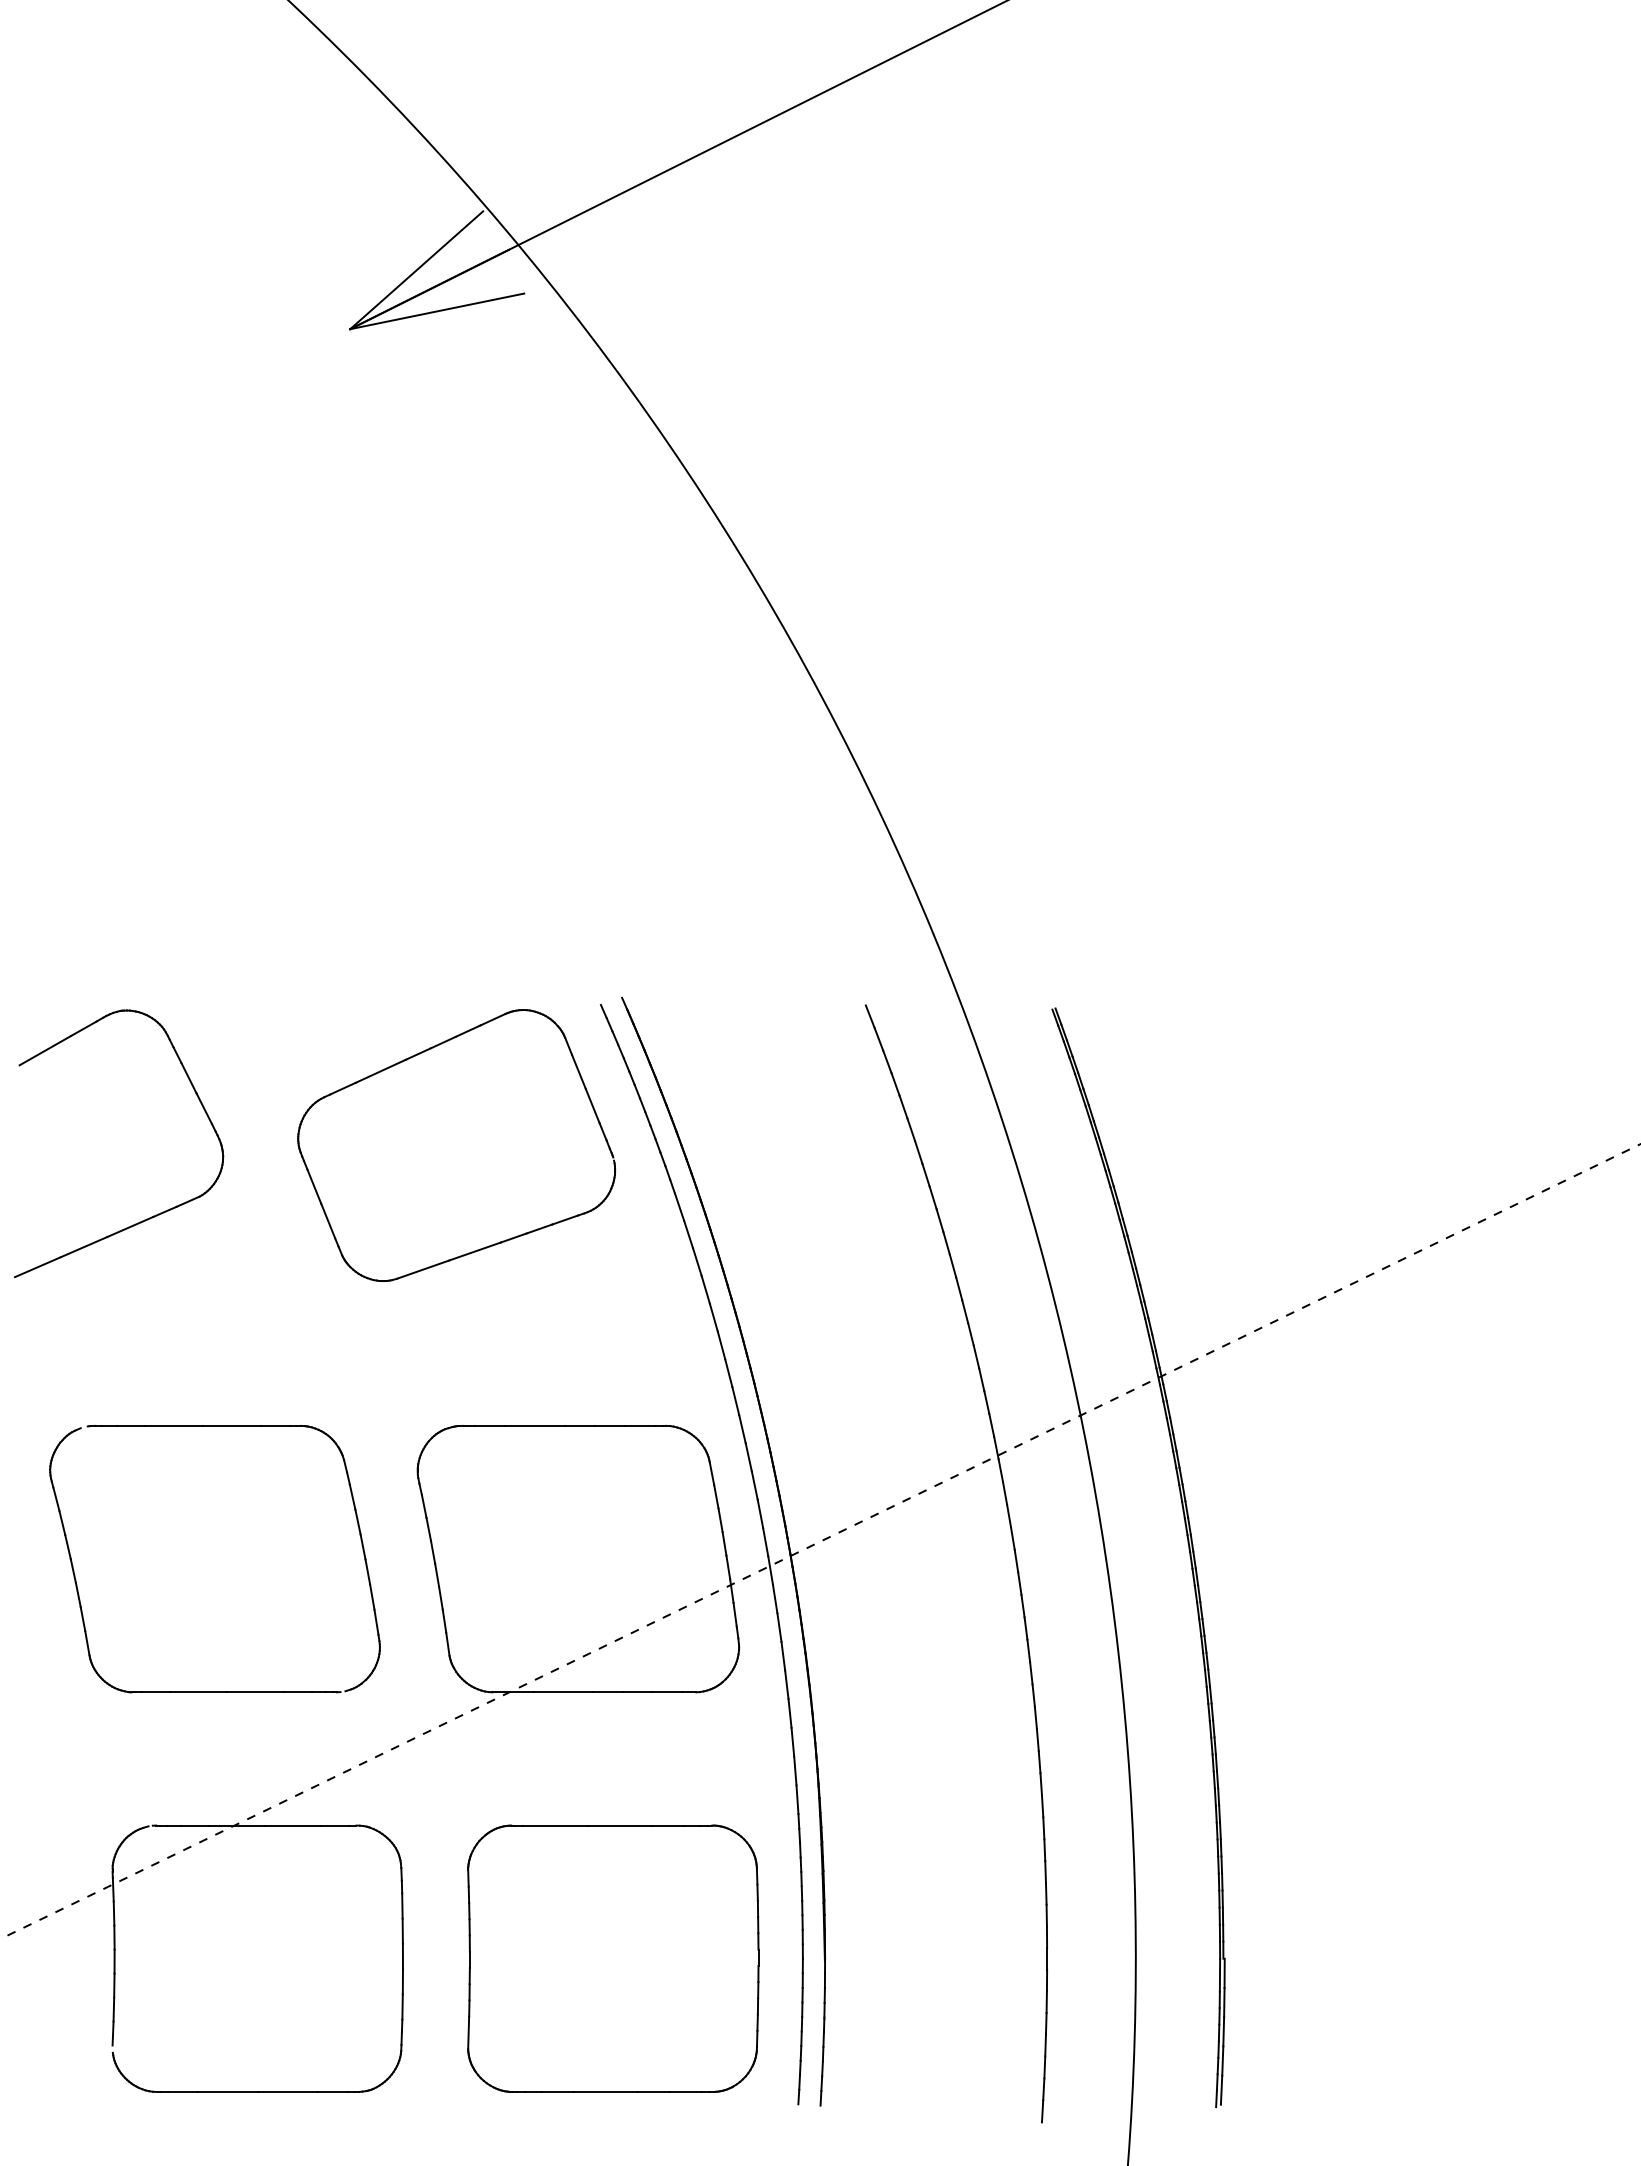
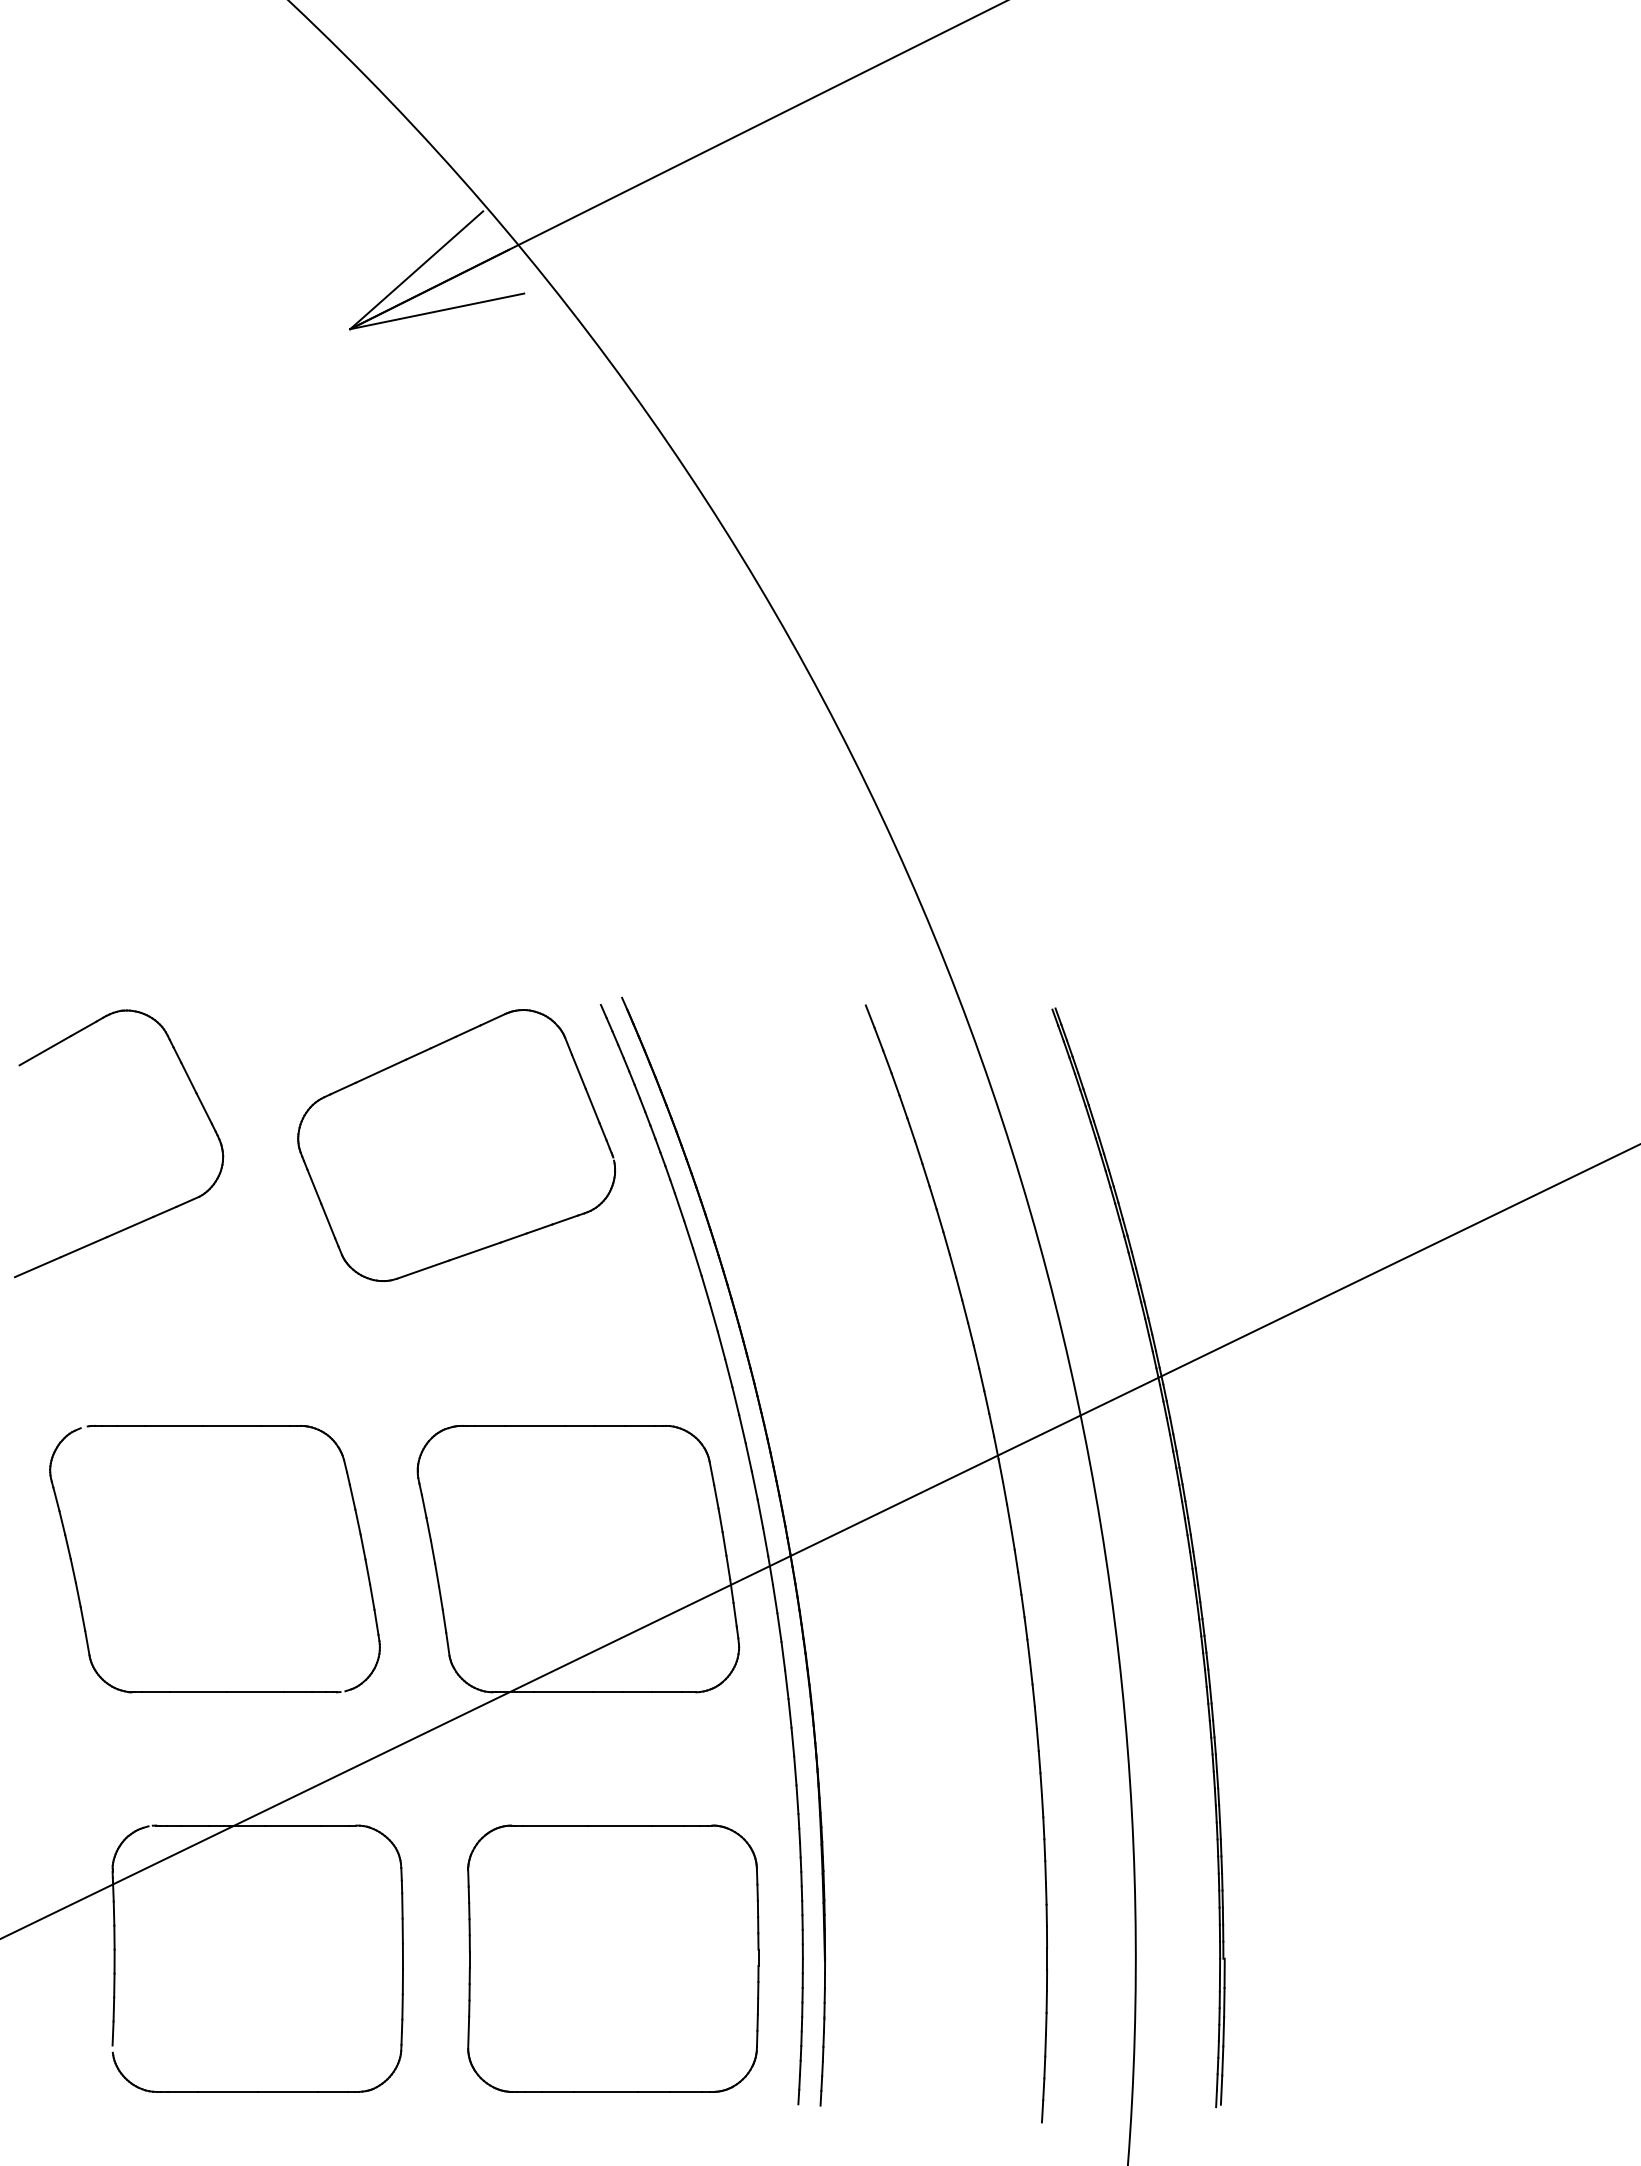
line at (820, 1541): dashed -> solid
